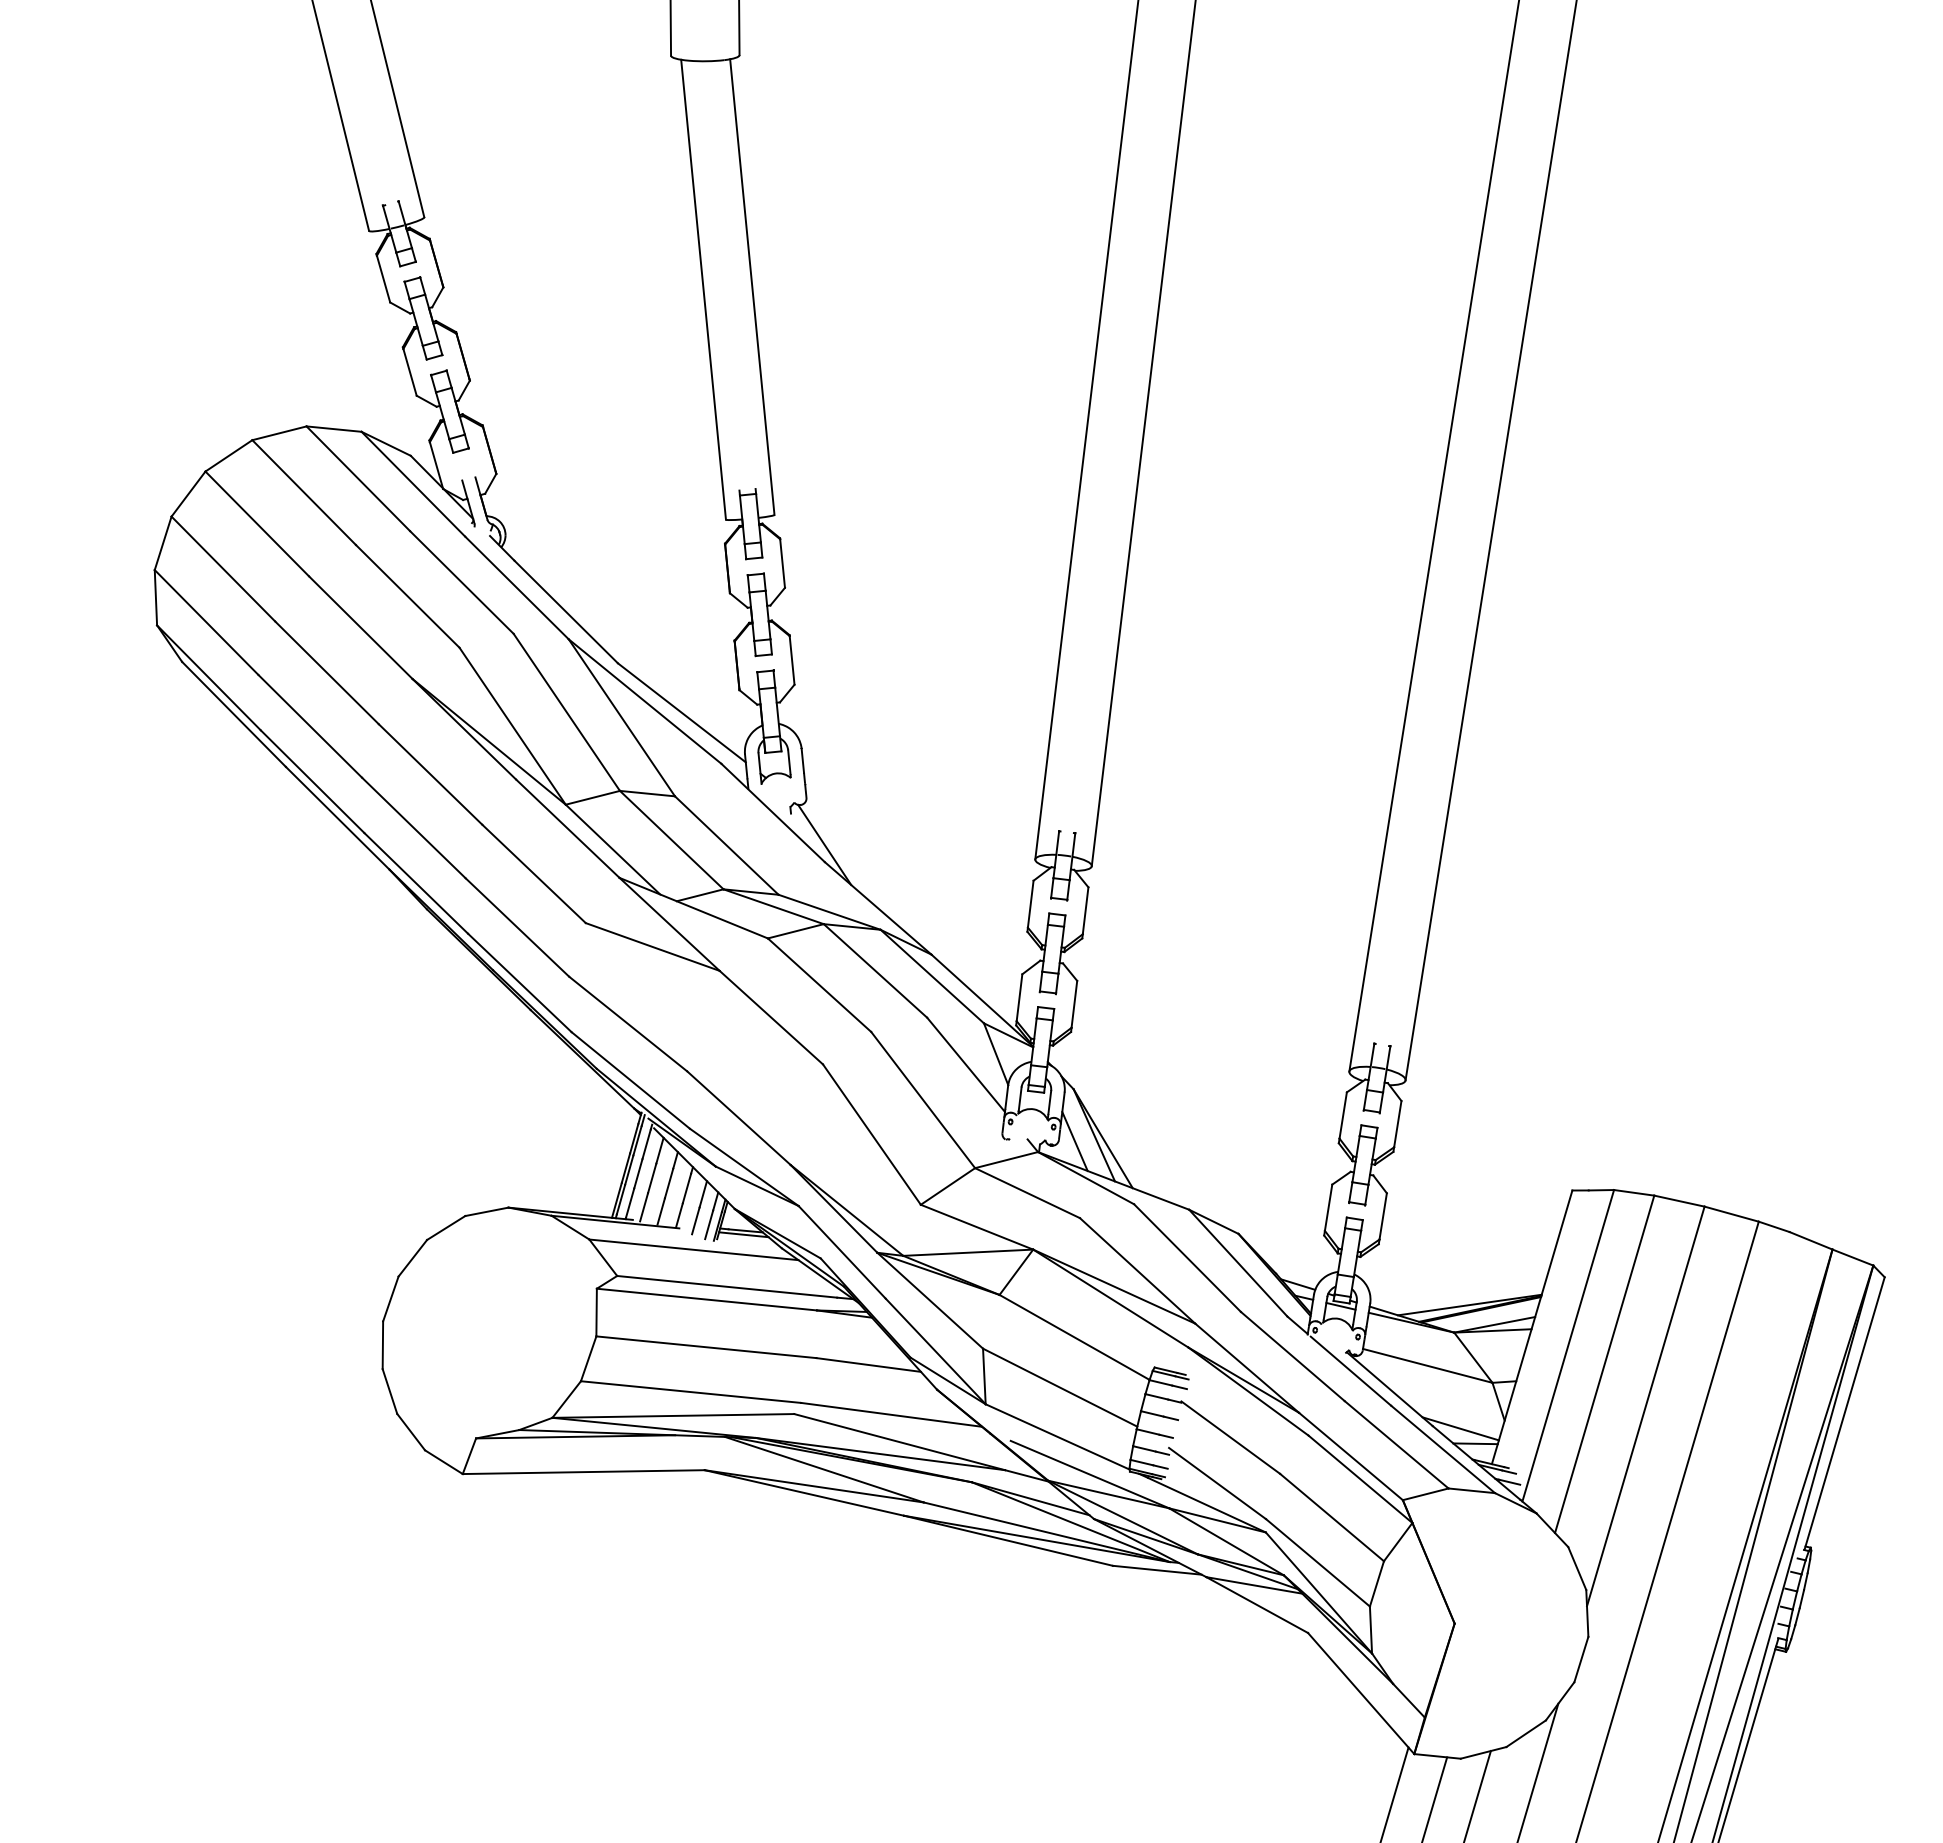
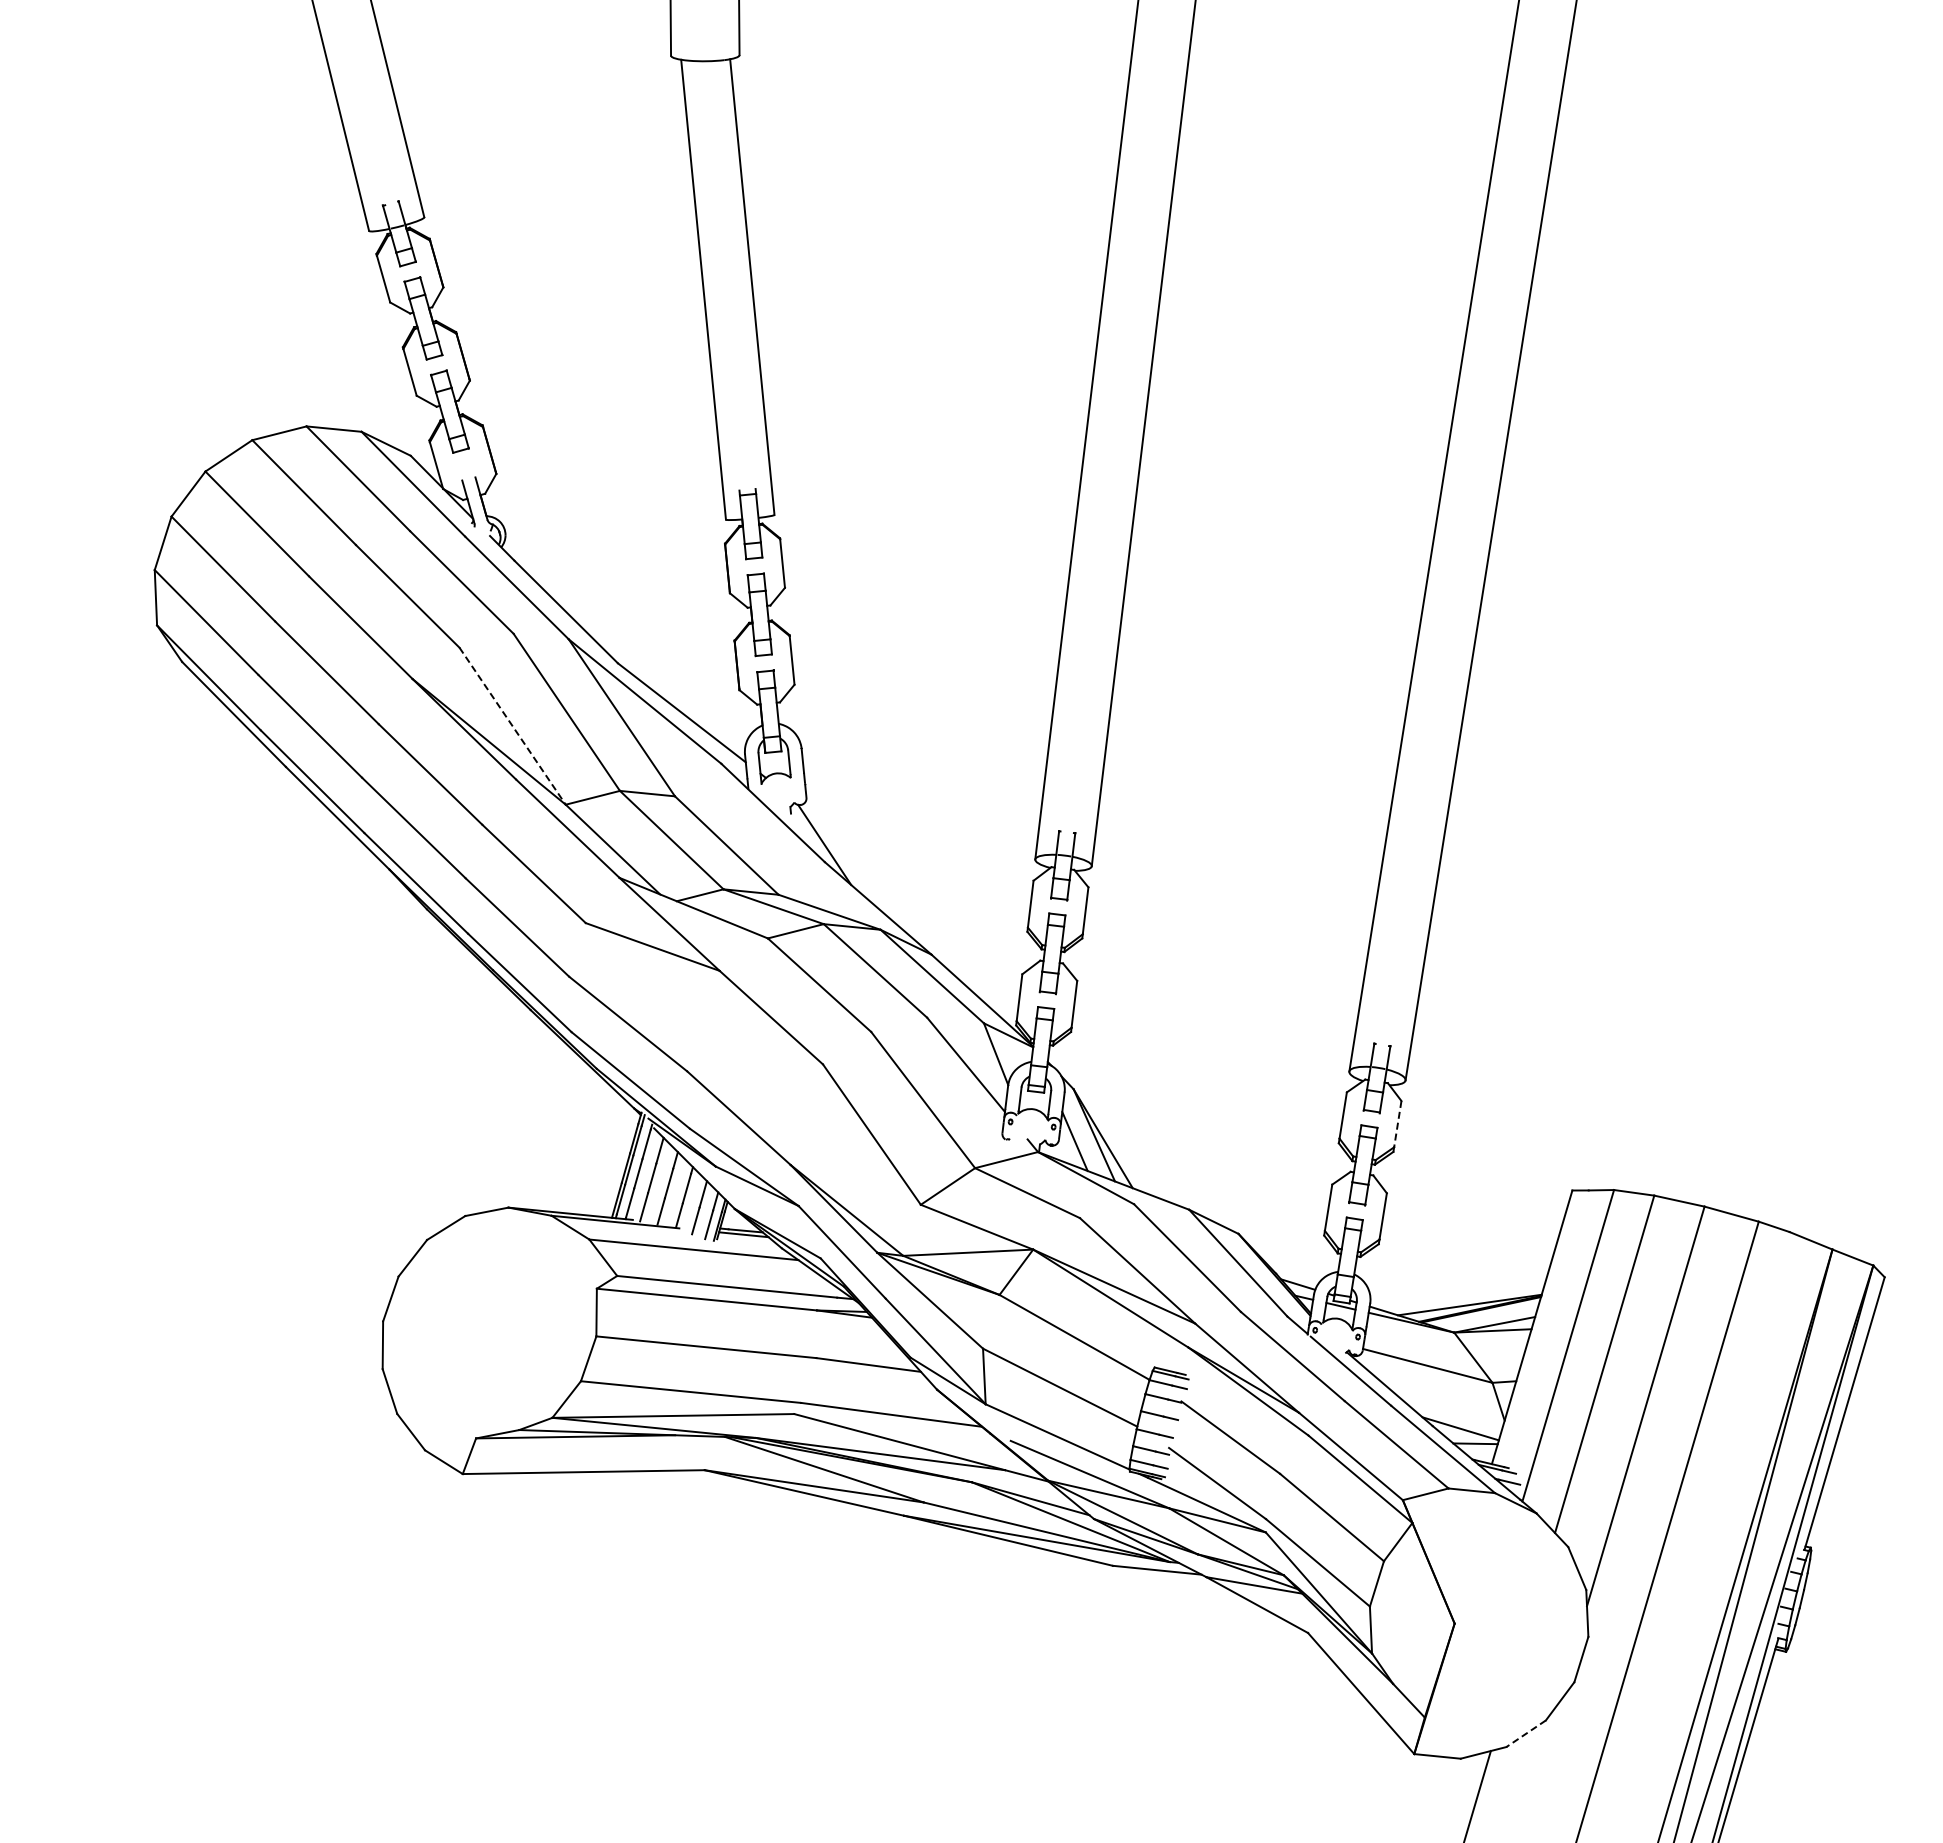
line at (512, 726): solid -> dashed
line at (1397, 1124): solid -> dashed
line at (1526, 1733): solid -> dashed
line at (1538, 1771): present -> none
line at (1394, 1793): present -> none
line at (1434, 1798): present -> none
